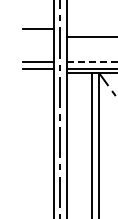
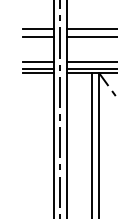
line at (90, 28): none -> present
line at (38, 36): none -> present
line at (92, 61): dashed -> solid
line at (38, 72): none -> present
